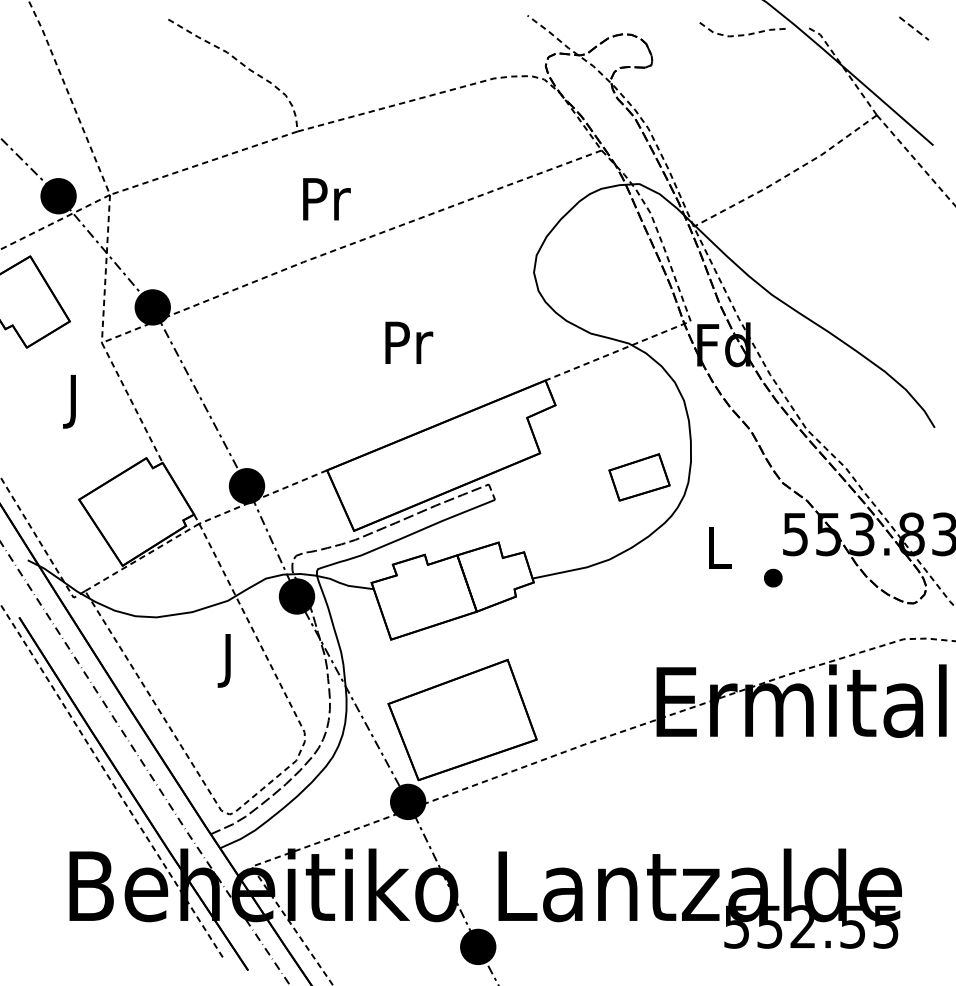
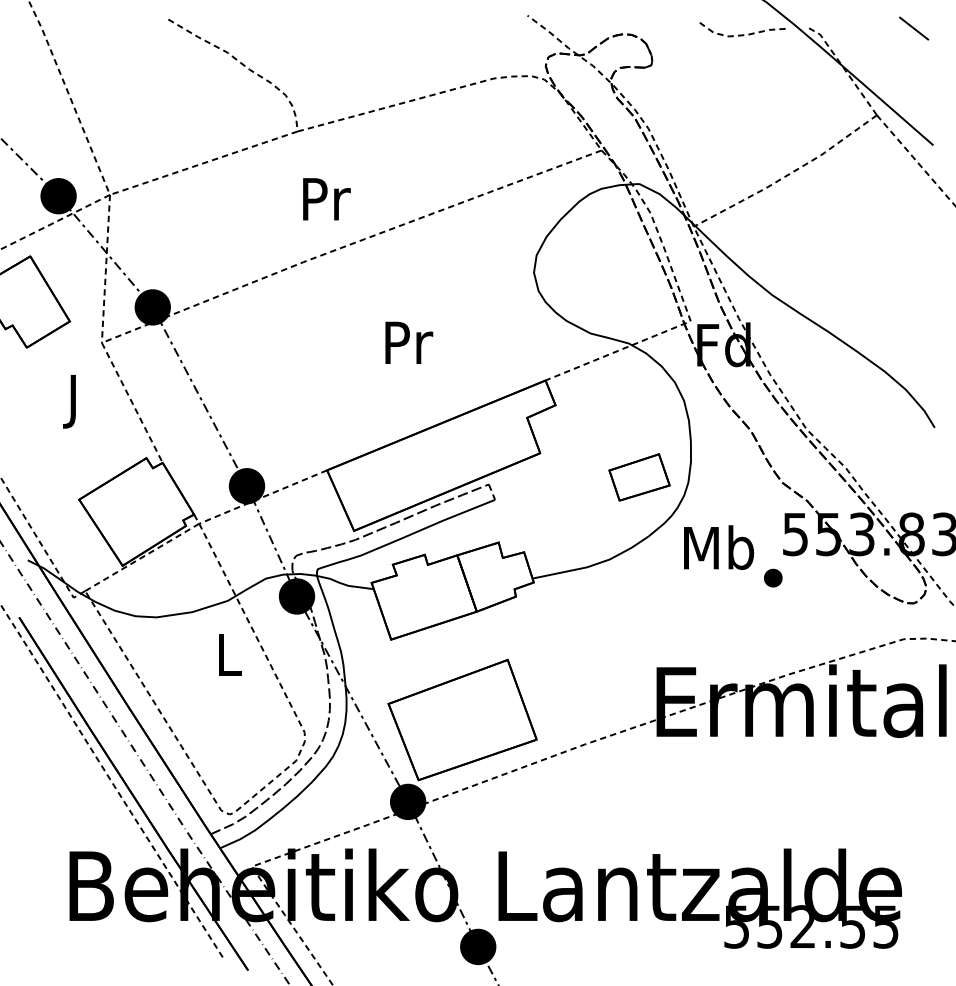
line at (914, 28): dashed -> solid
text at (719, 547): L -> Mb
text at (229, 660): J -> L
